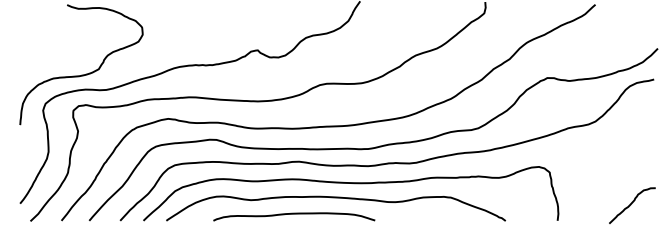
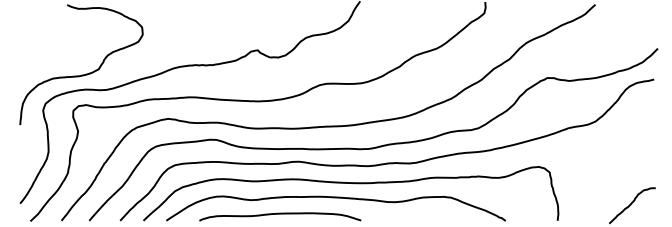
curve at (294, 214) position: (294, 214) -> (280, 214)
